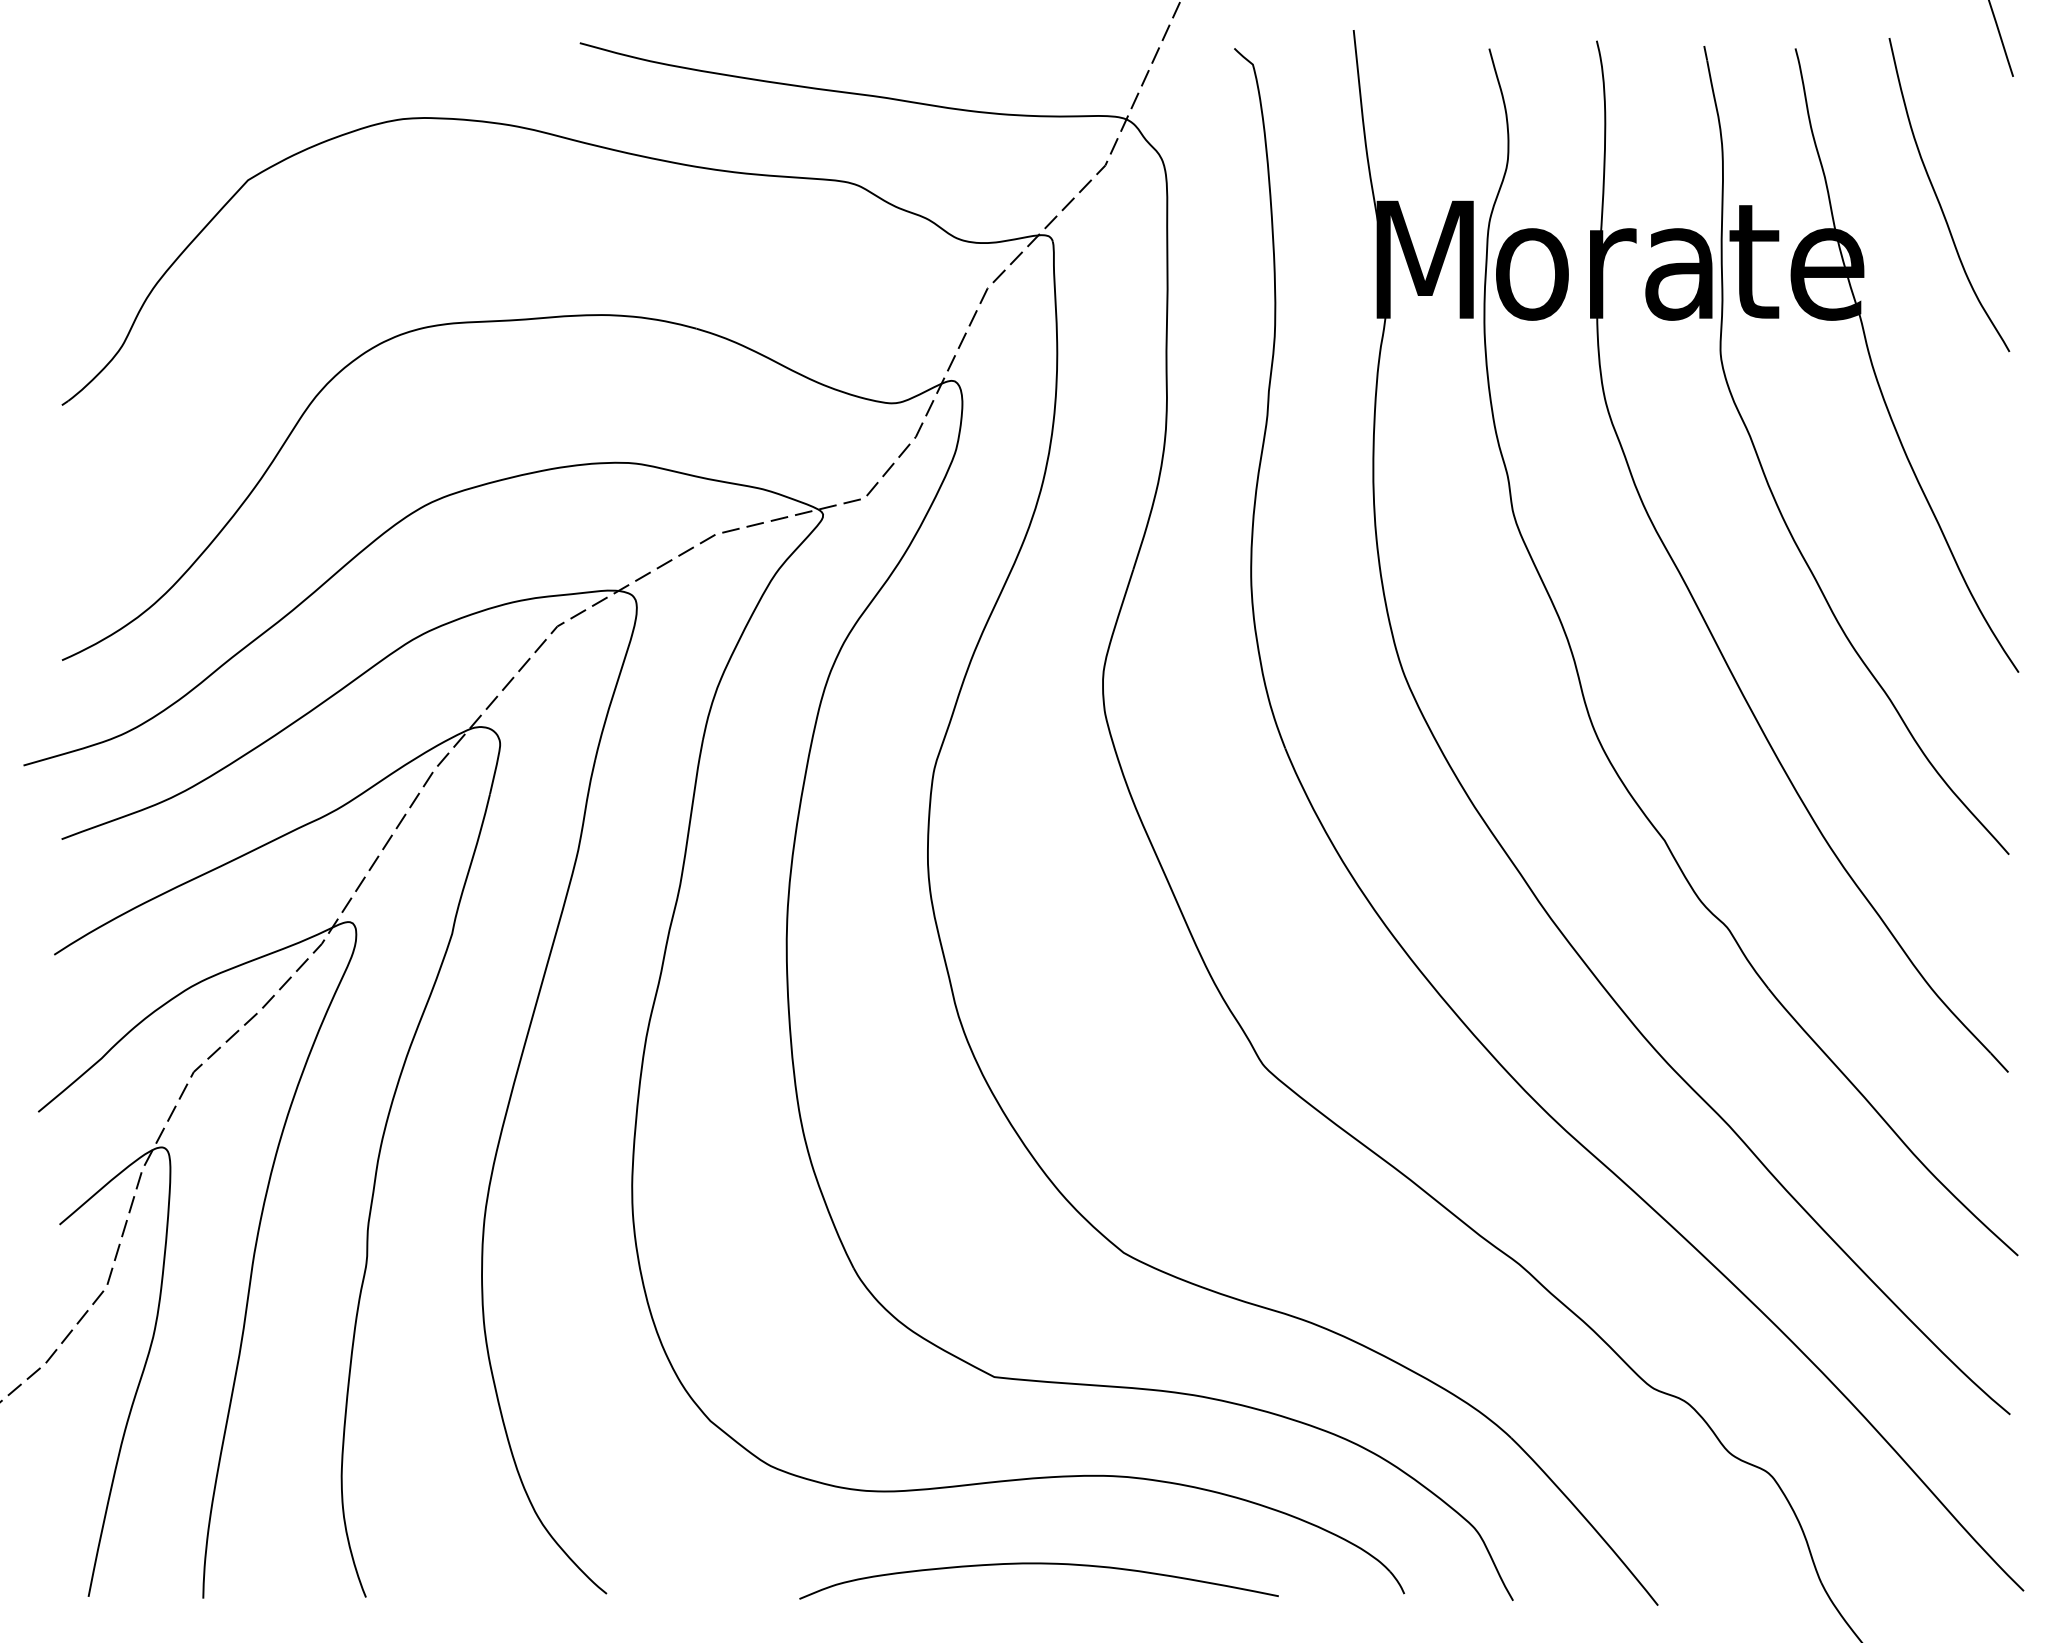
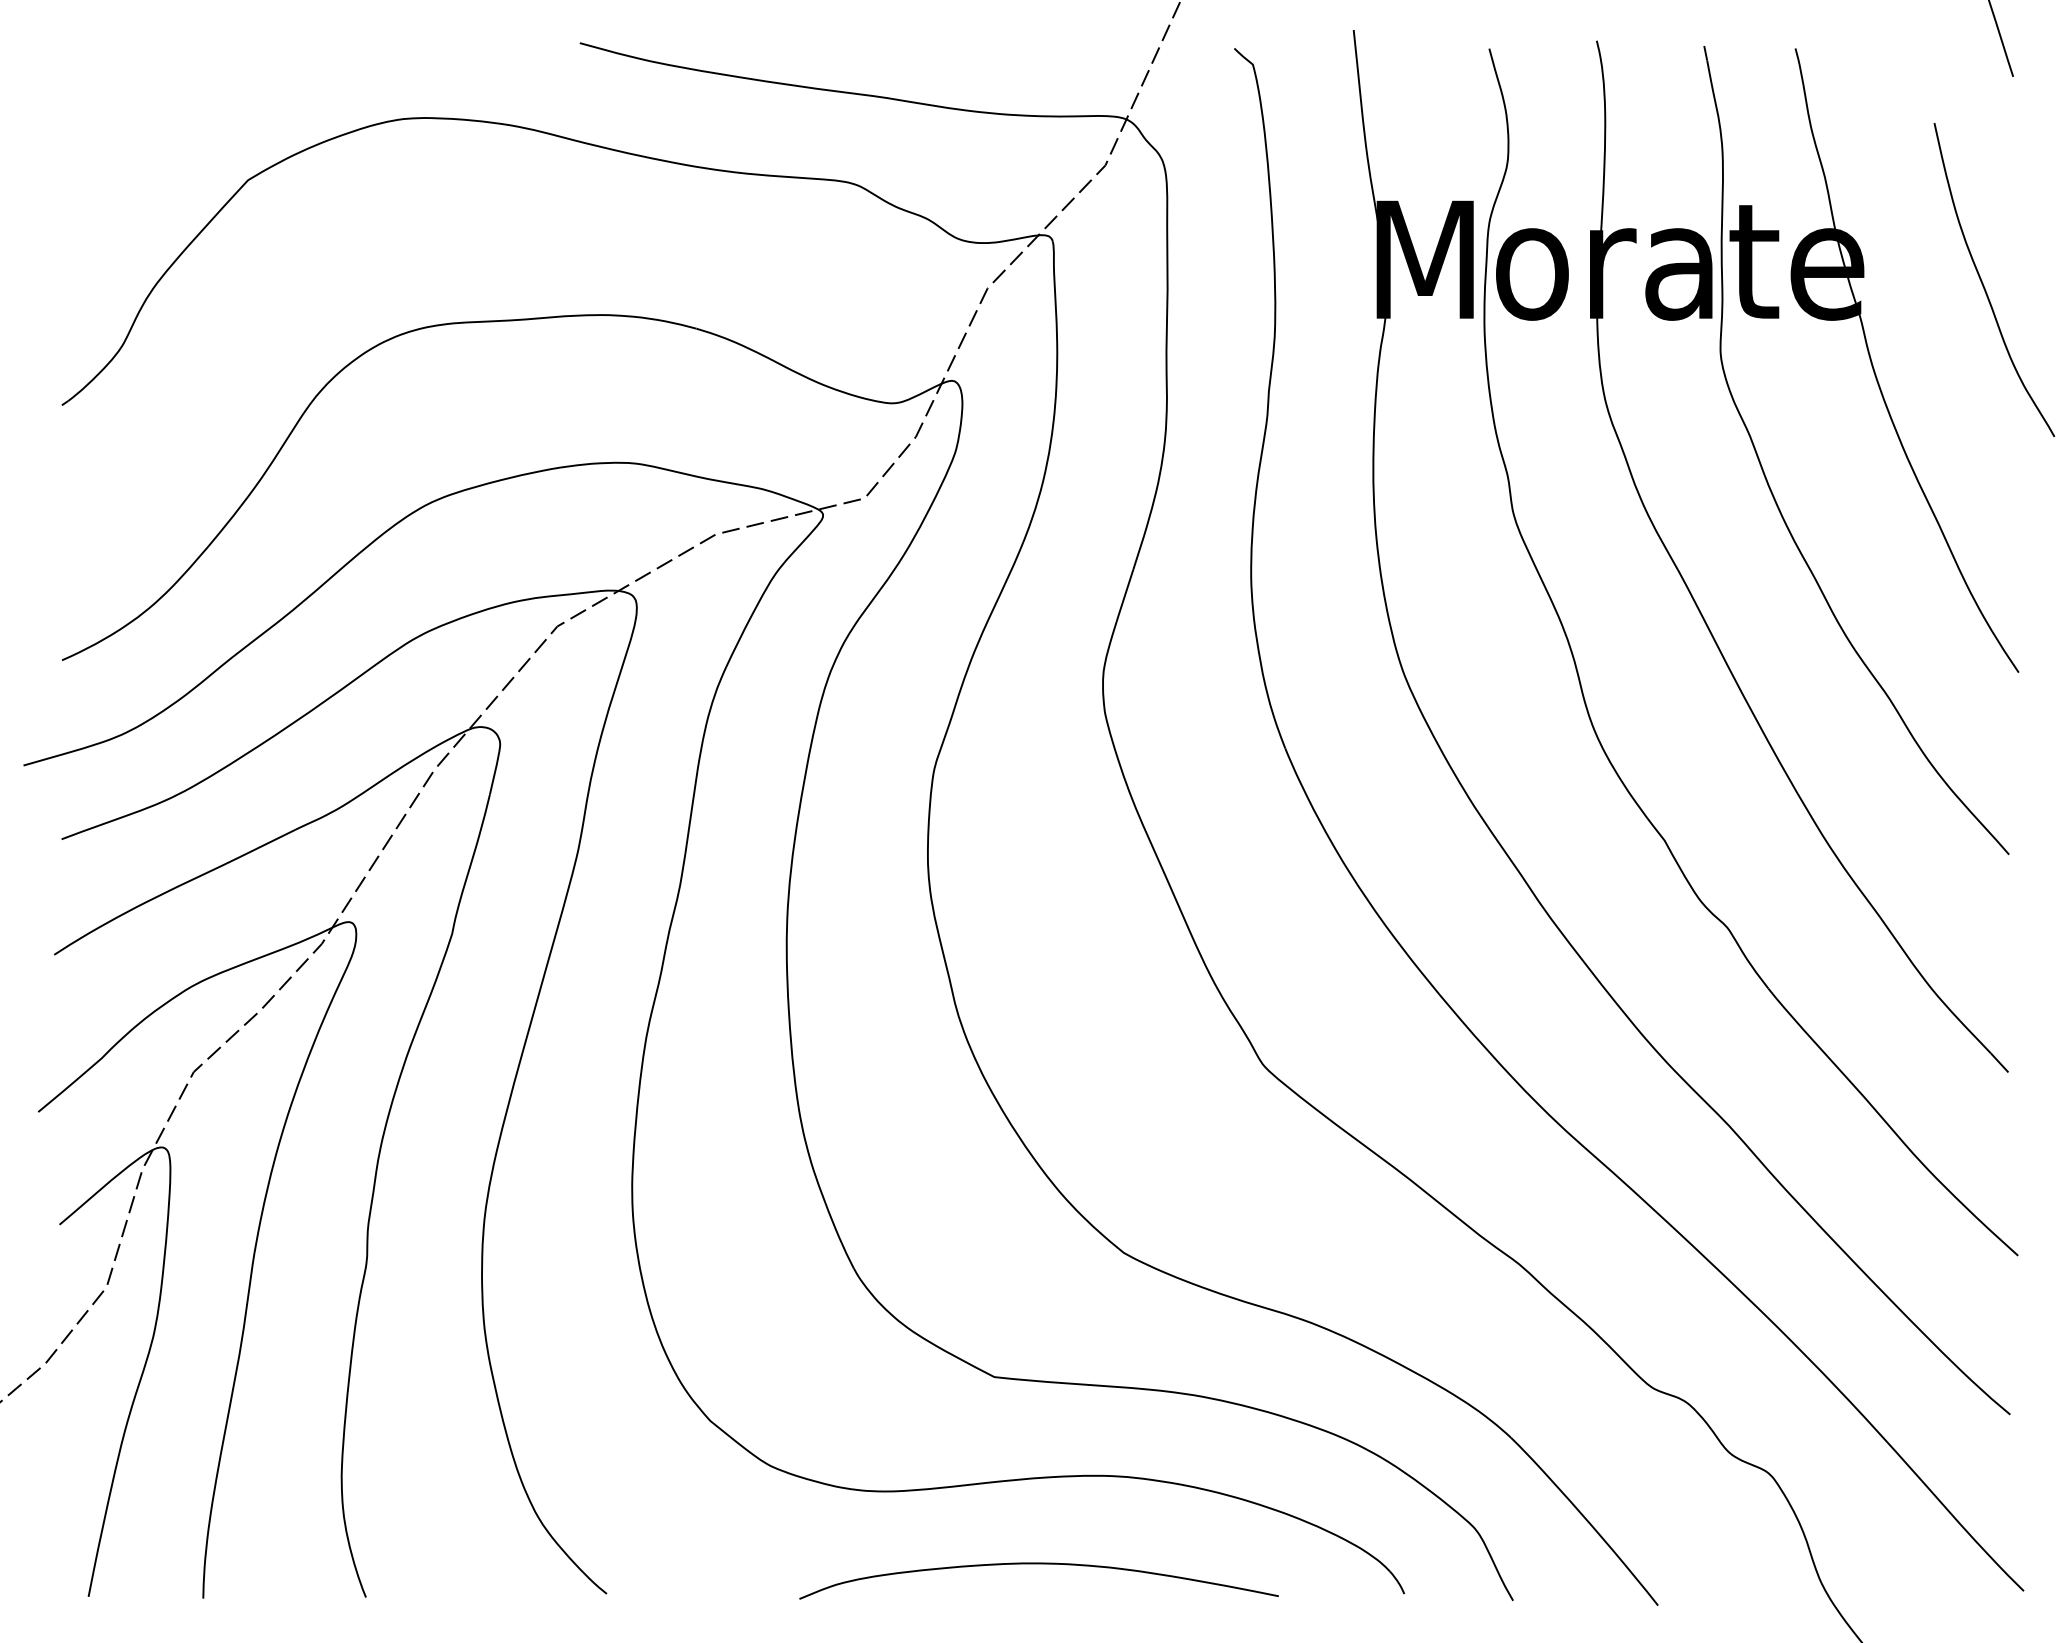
curve at (1939, 200) position: (1939, 200) -> (1984, 285)
